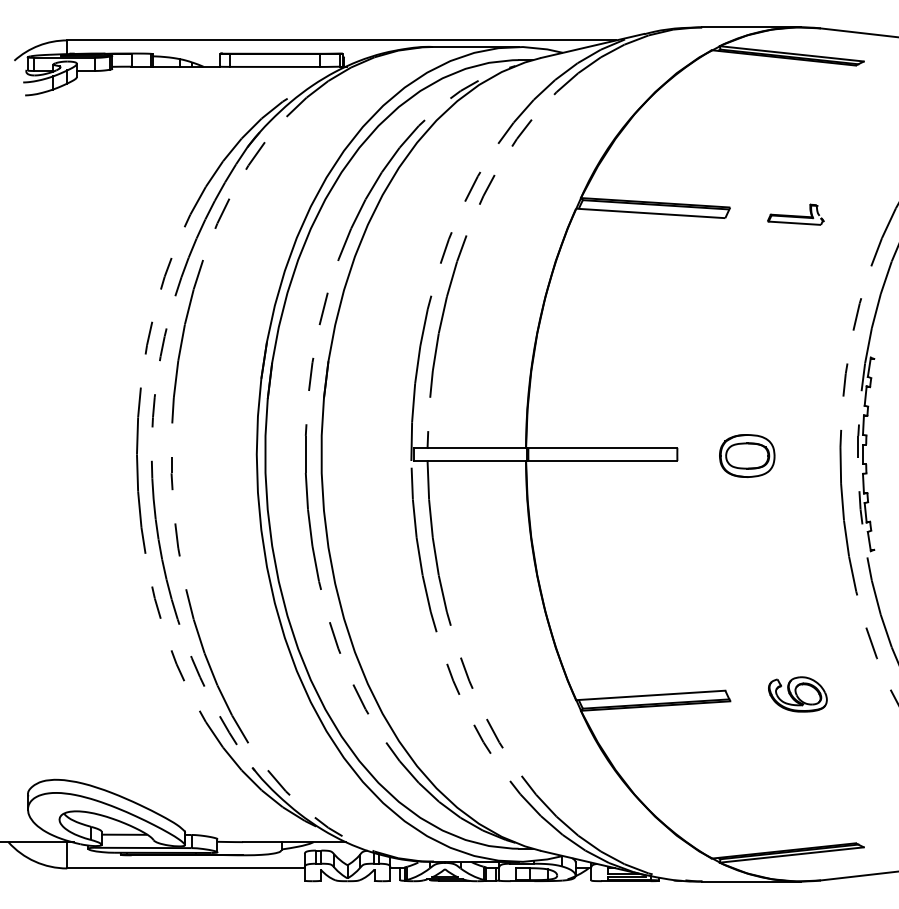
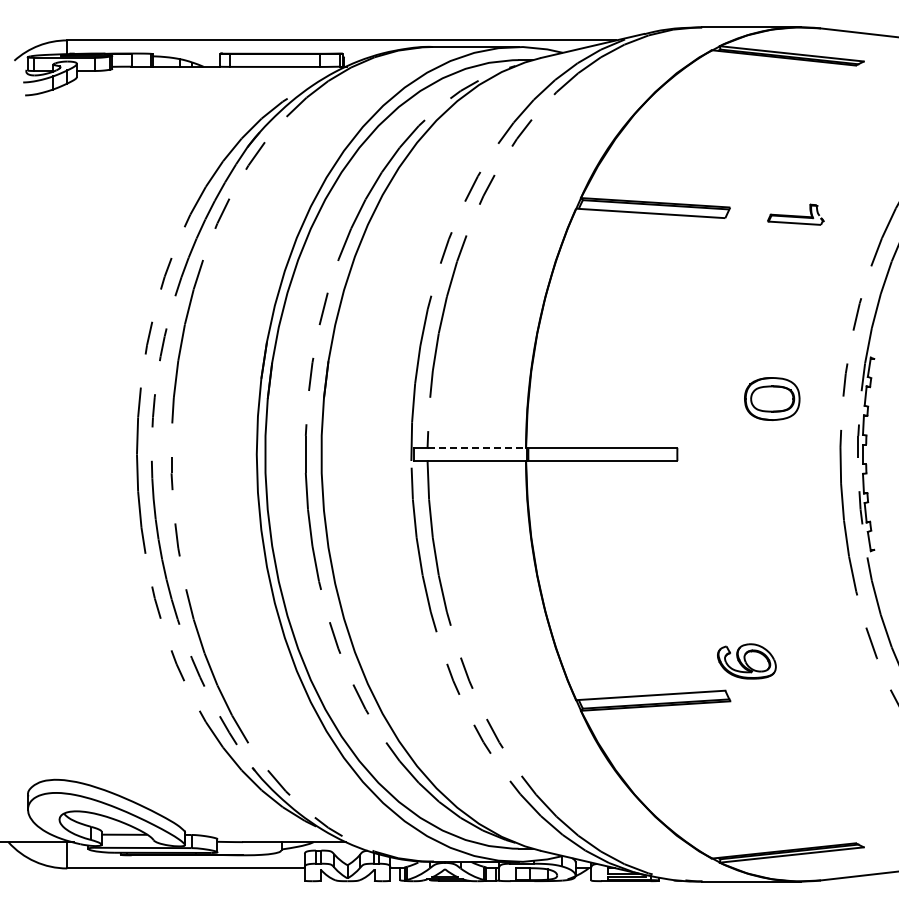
line at (477, 447): solid -> dashed
part at (747, 455) position: (747, 455) -> (772, 398)
part at (797, 694) position: (797, 694) -> (746, 661)
